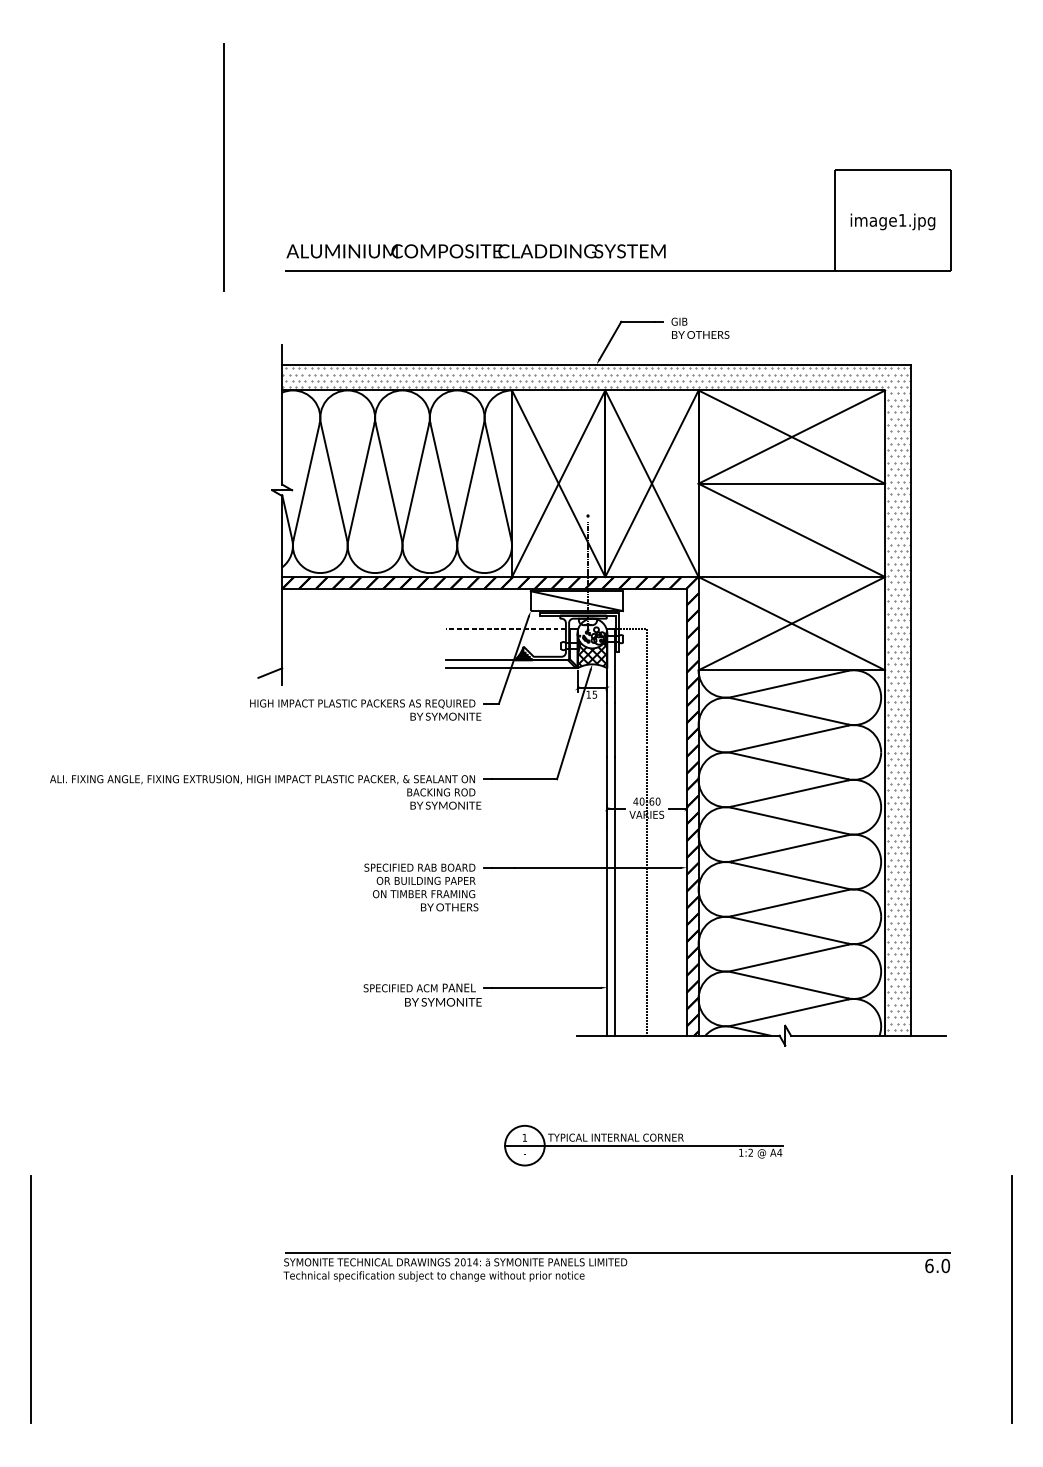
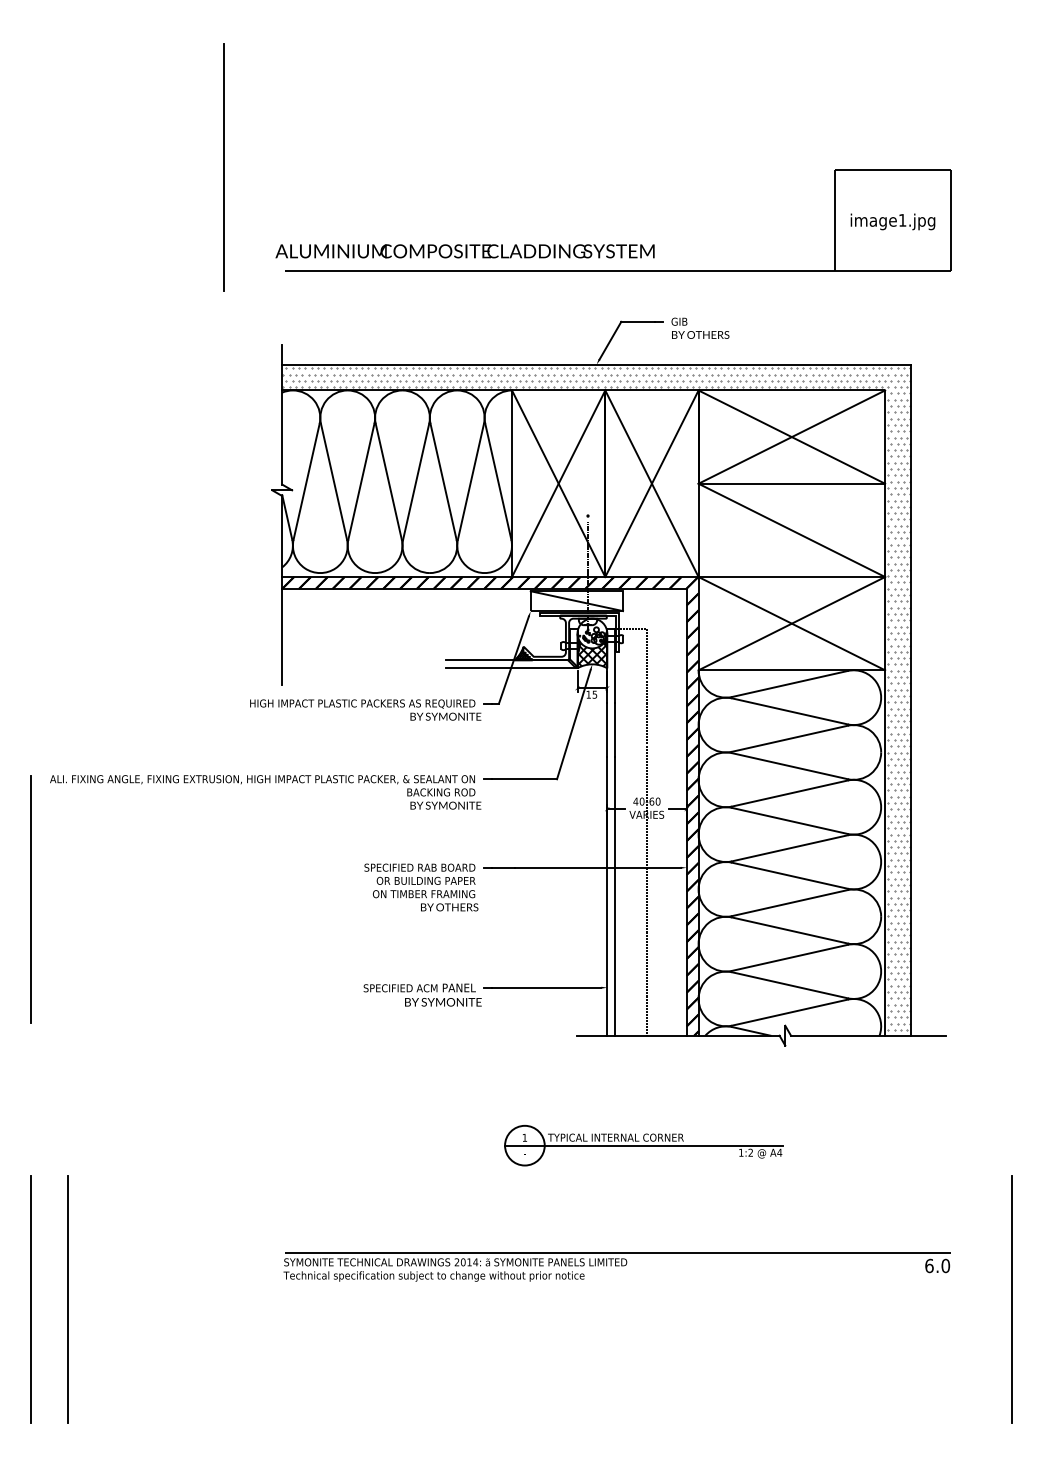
text at (475, 251) position: (475, 251) -> (464, 251)
line at (505, 628): present -> none
line at (270, 672): present -> none
line at (30, 899): none -> present
line at (67, 1299): none -> present
